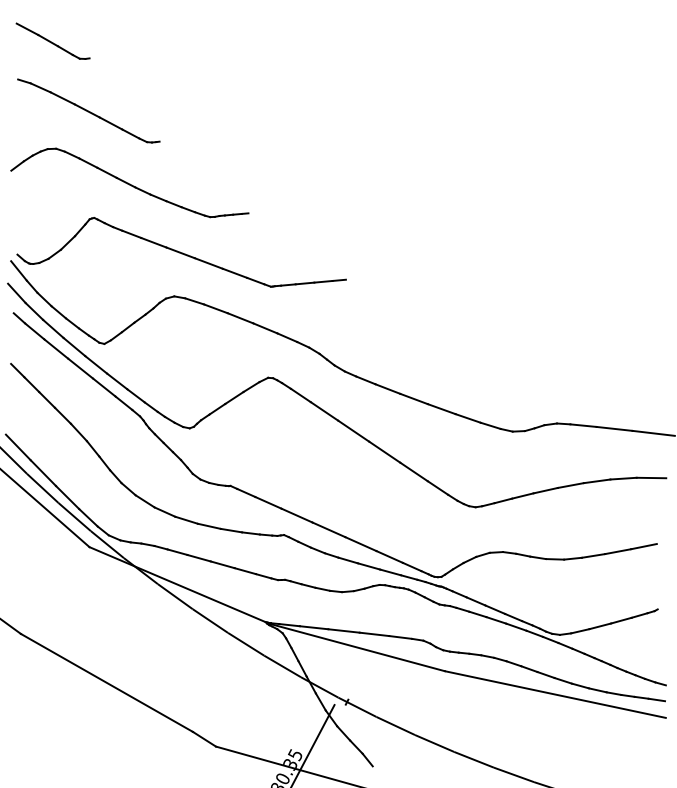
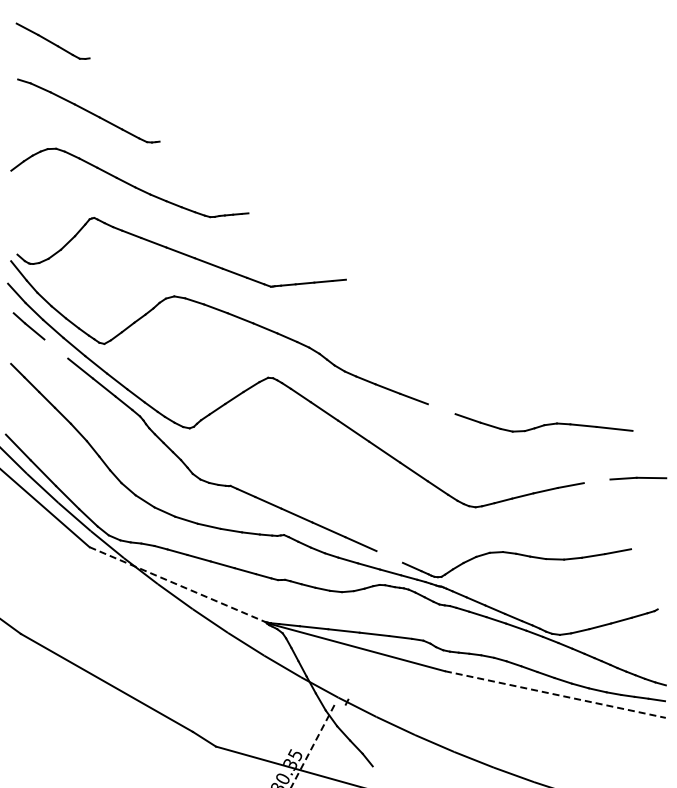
line at (56, 348): present -> none
line at (441, 409): present -> none
line at (652, 432): present -> none
line at (596, 481): present -> none
line at (643, 546): present -> none
line at (389, 556): present -> none
line at (179, 585): solid -> dashed
line at (555, 694): solid -> dashed
line at (312, 746): solid -> dashed
